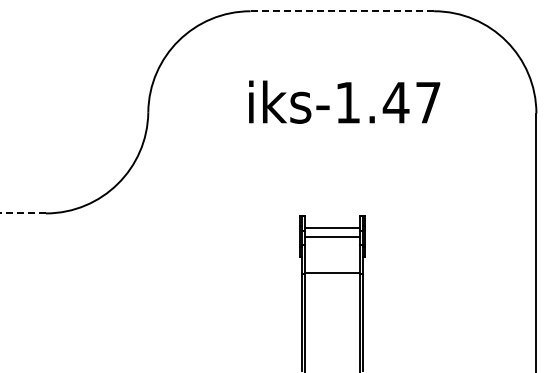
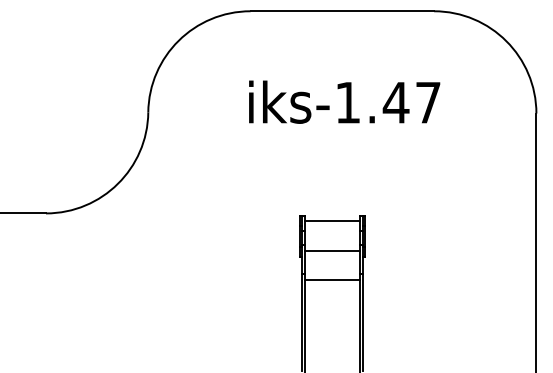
line at (342, 11): dashed -> solid
line at (23, 213): dashed -> solid
line at (332, 227) position: (332, 227) -> (332, 220)
line at (332, 237) position: (332, 237) -> (332, 251)
line at (332, 273) position: (332, 273) -> (332, 280)
